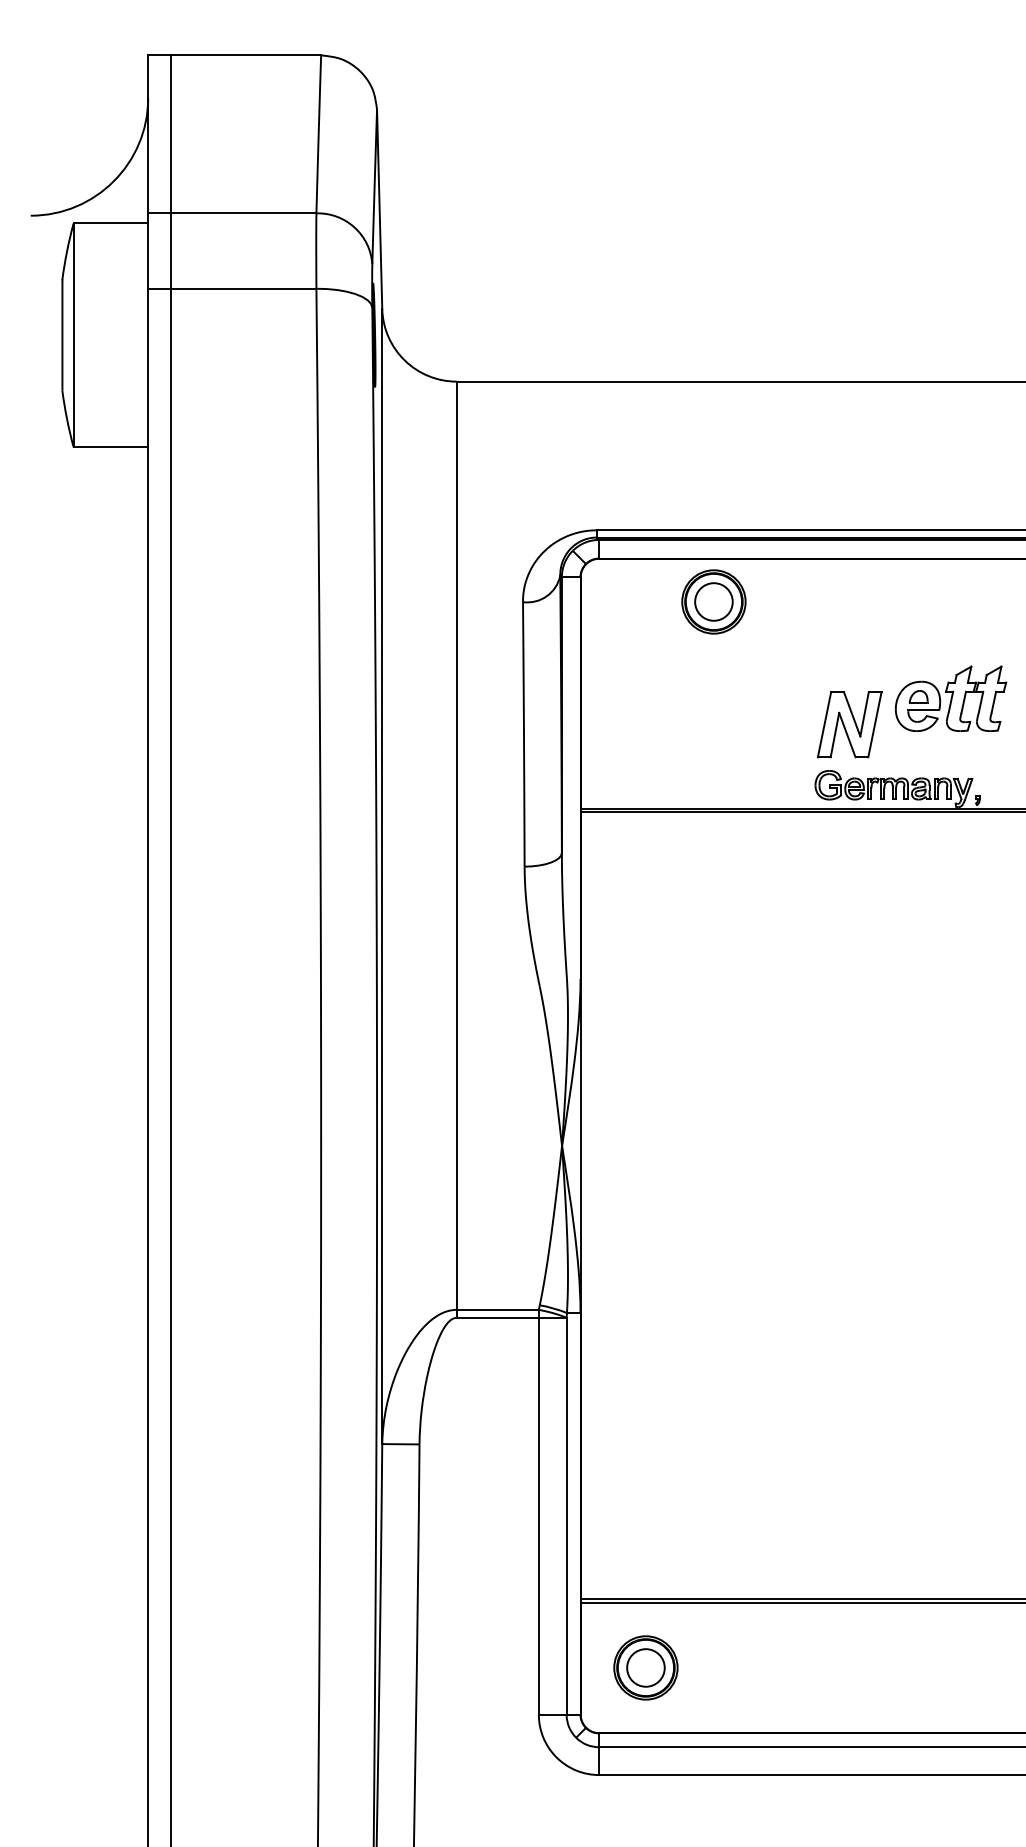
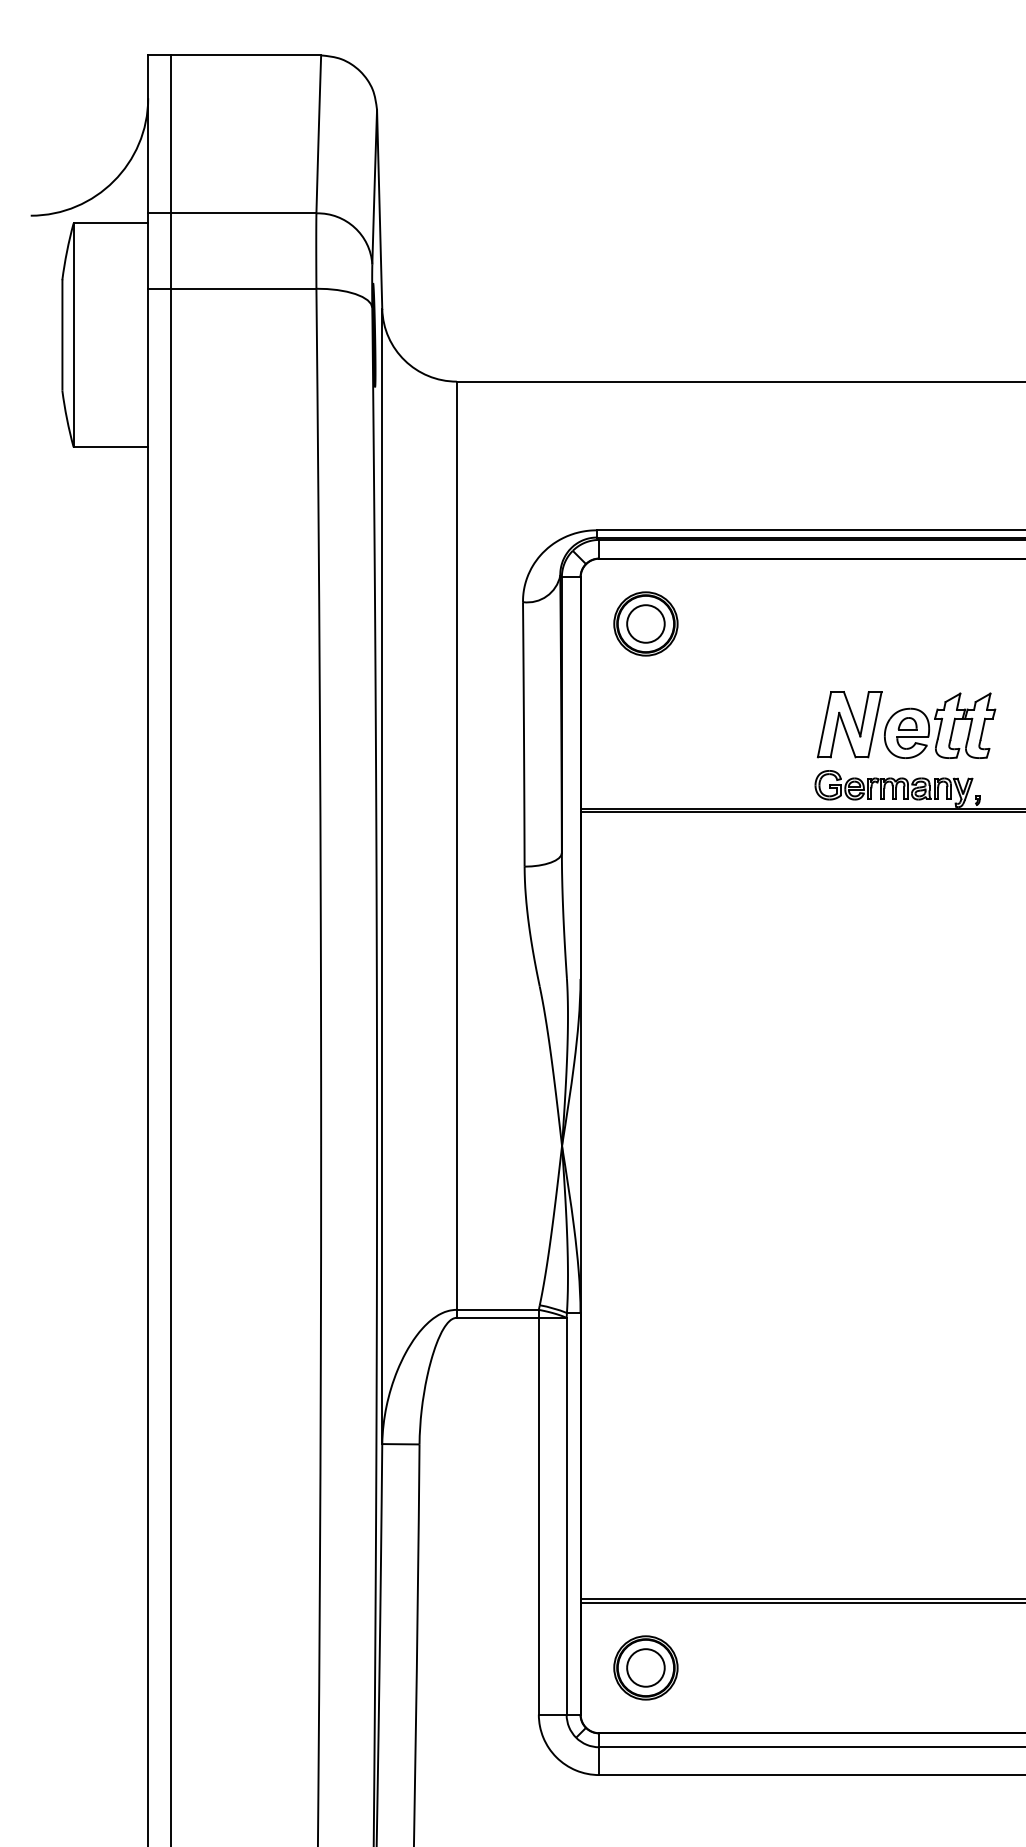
part at (713, 601) position: (713, 601) -> (645, 623)
part at (951, 698) position: (951, 698) -> (940, 725)
